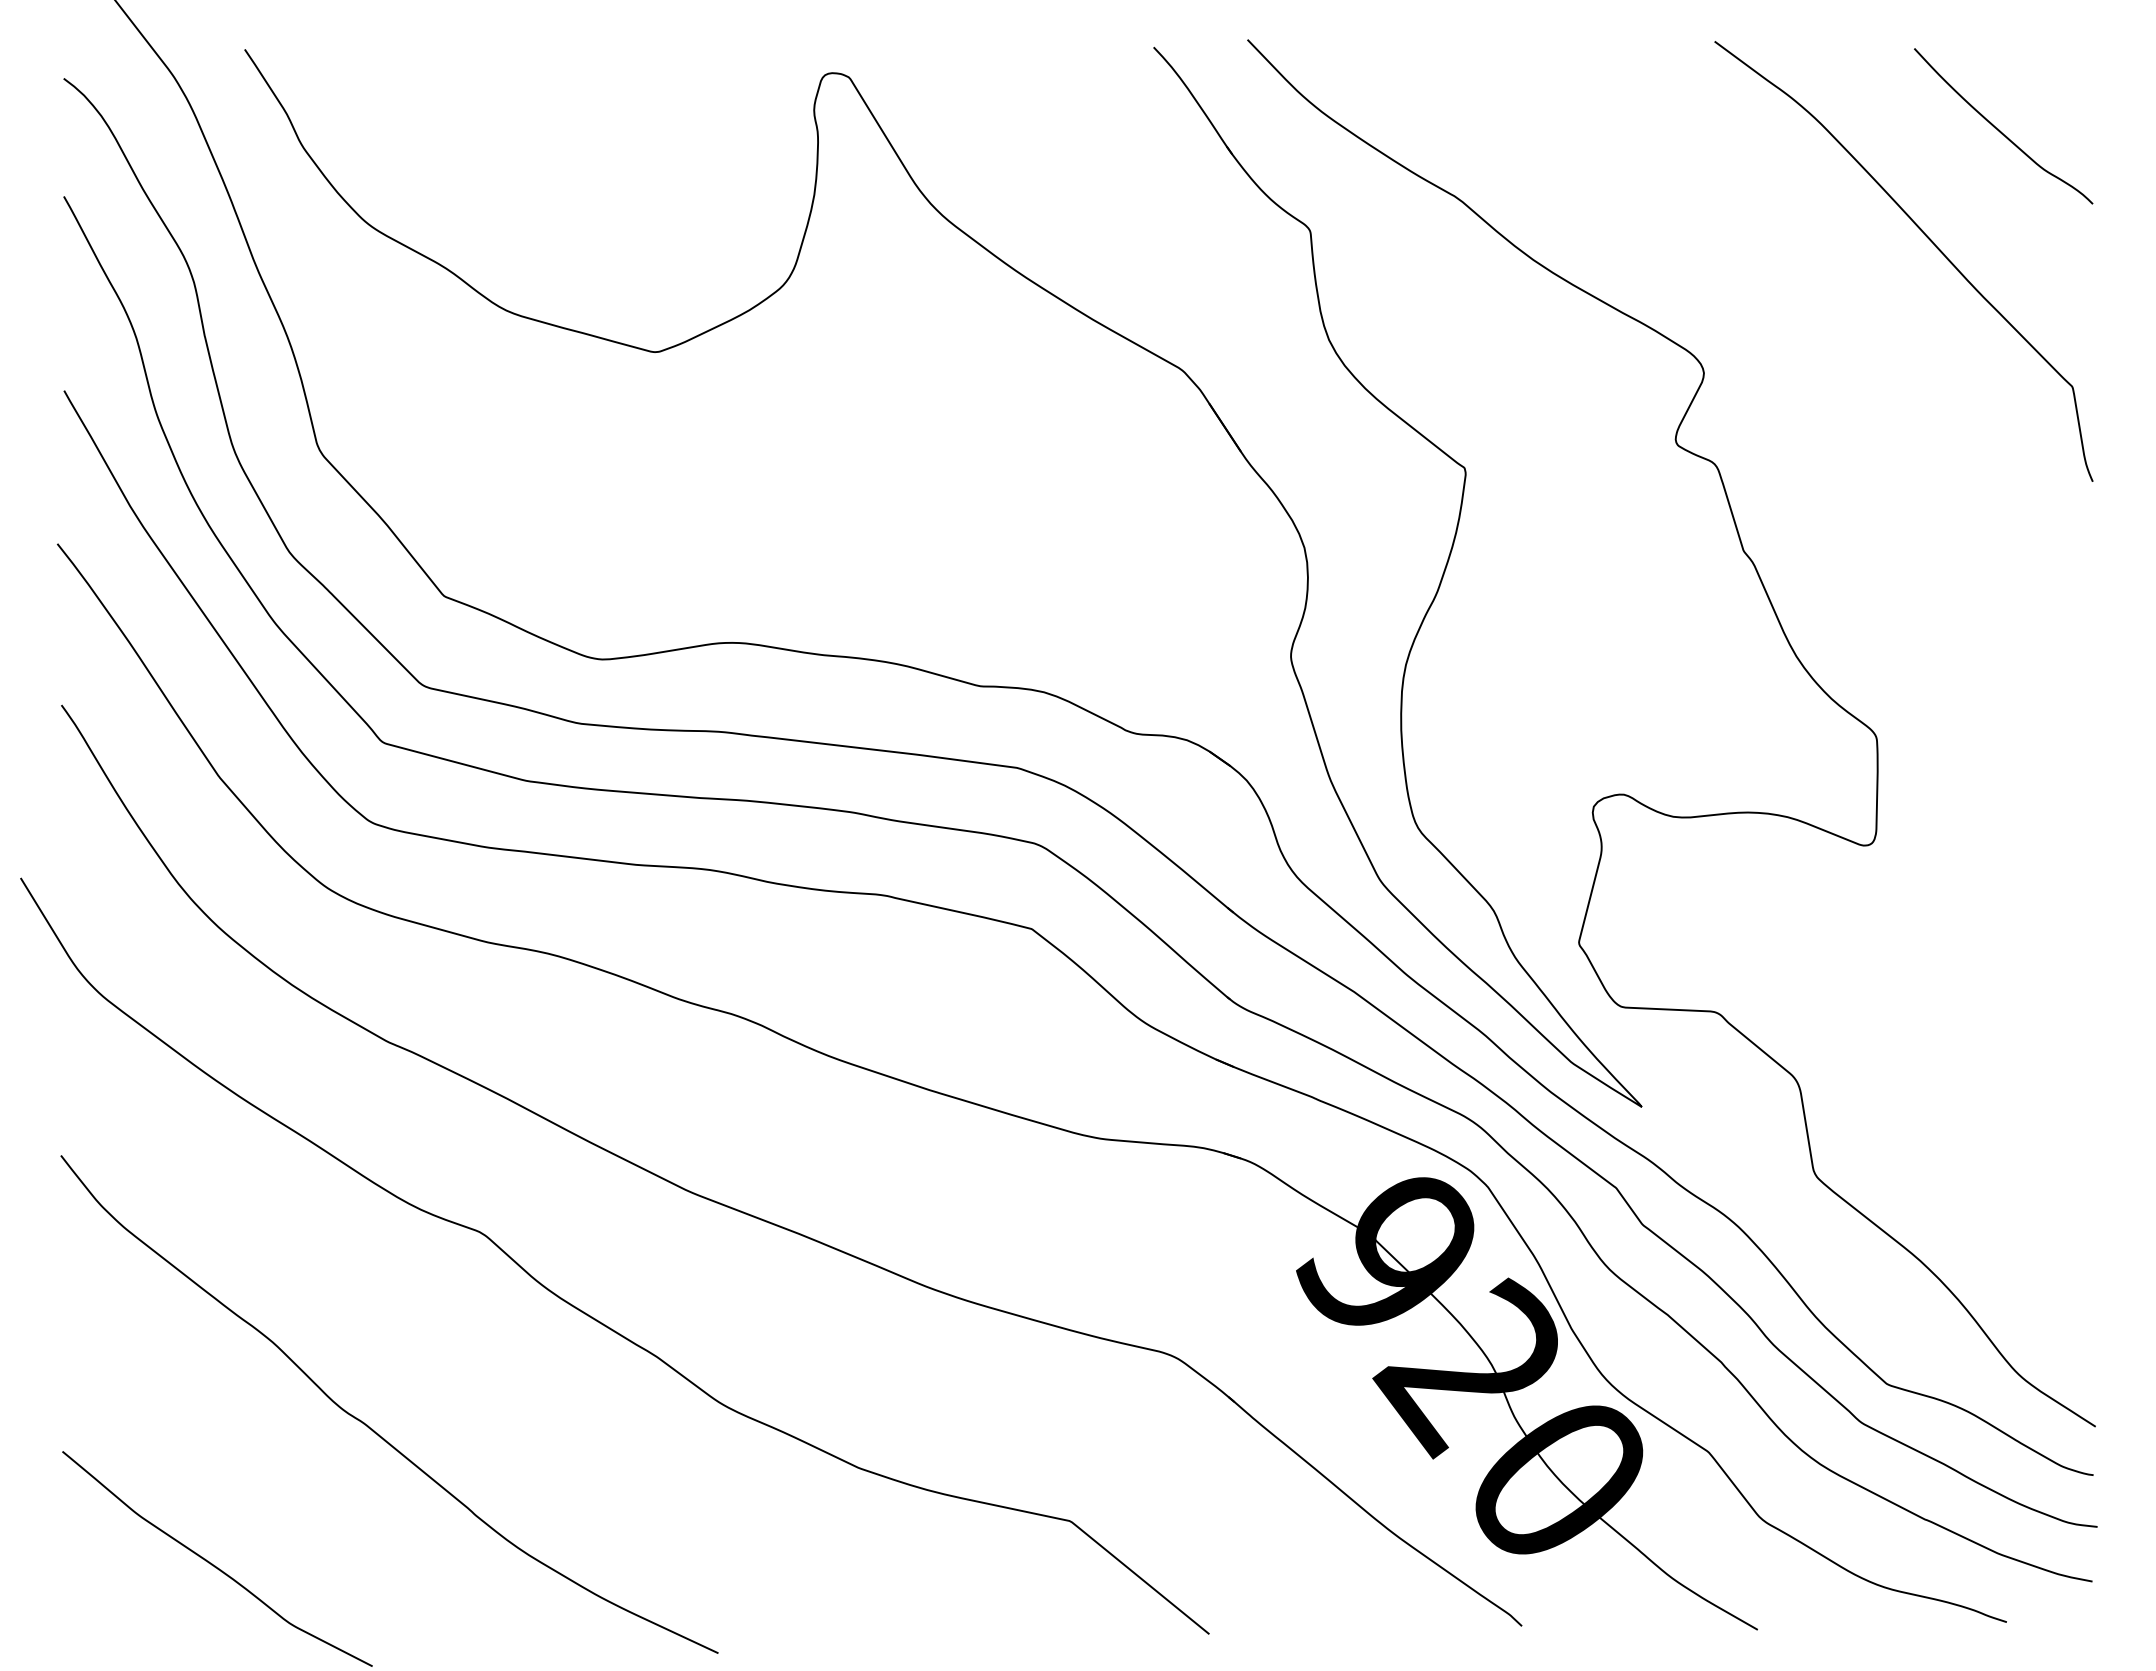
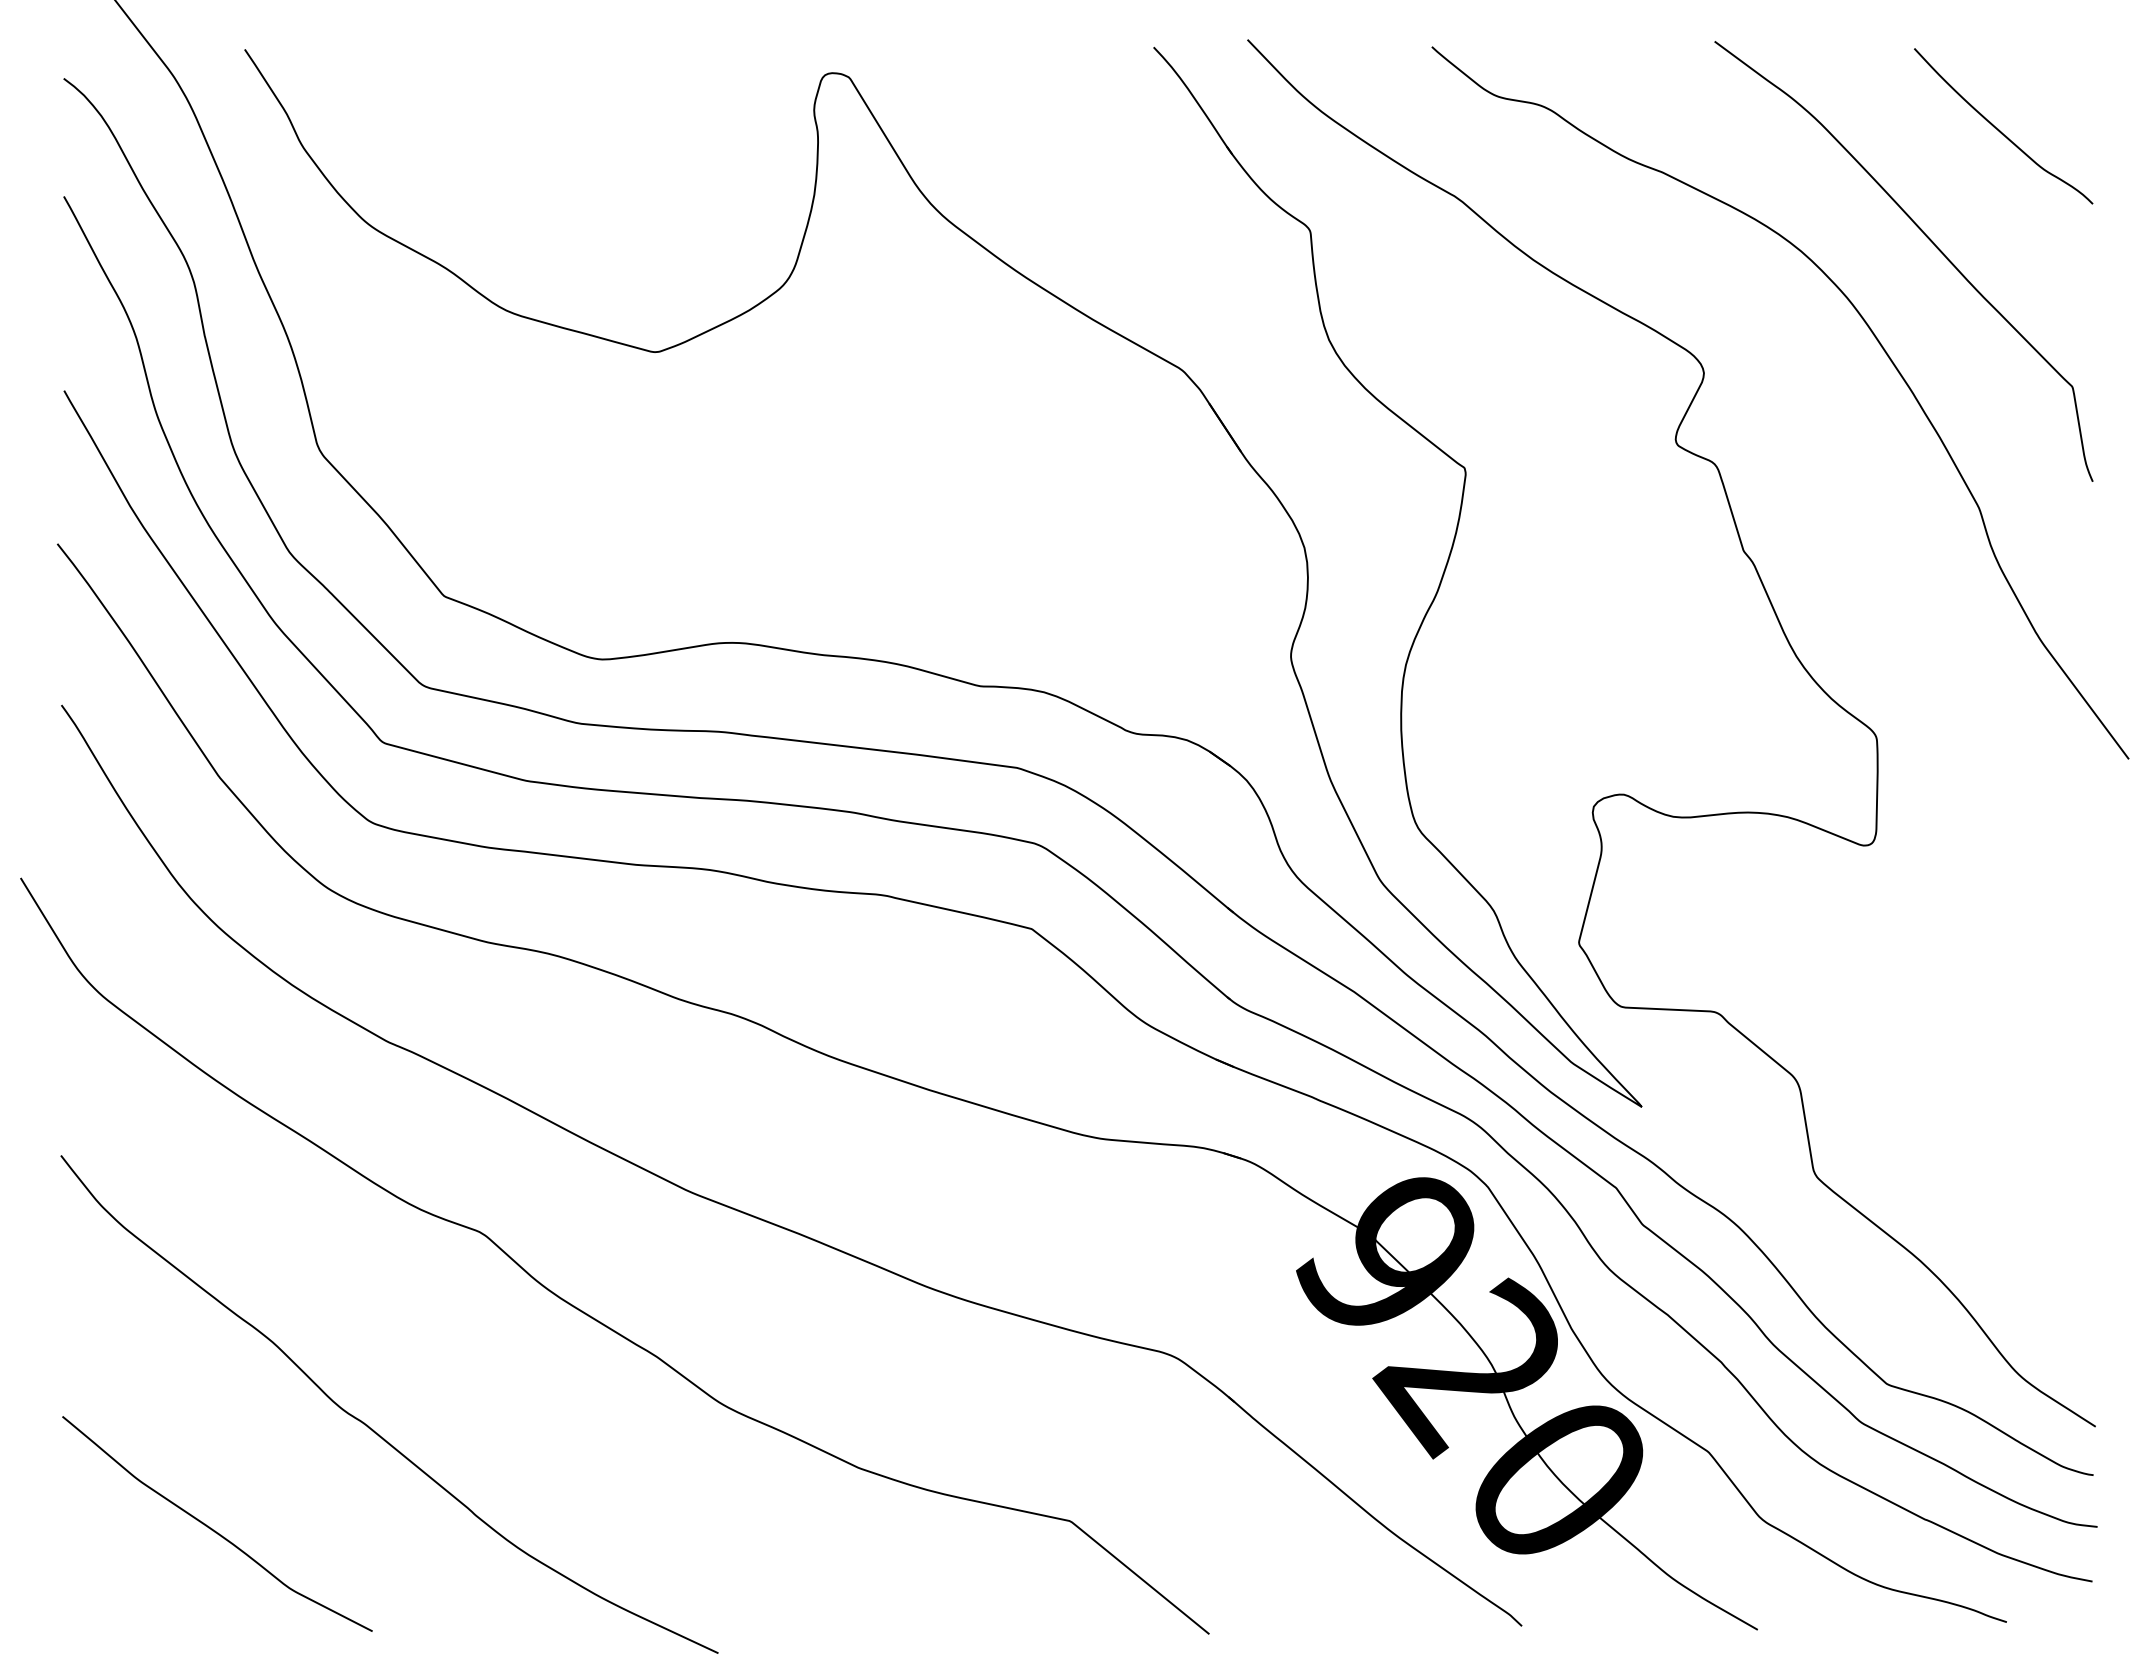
curve at (1876, 340): none -> present
curve at (212, 1563) position: (212, 1563) -> (212, 1528)
